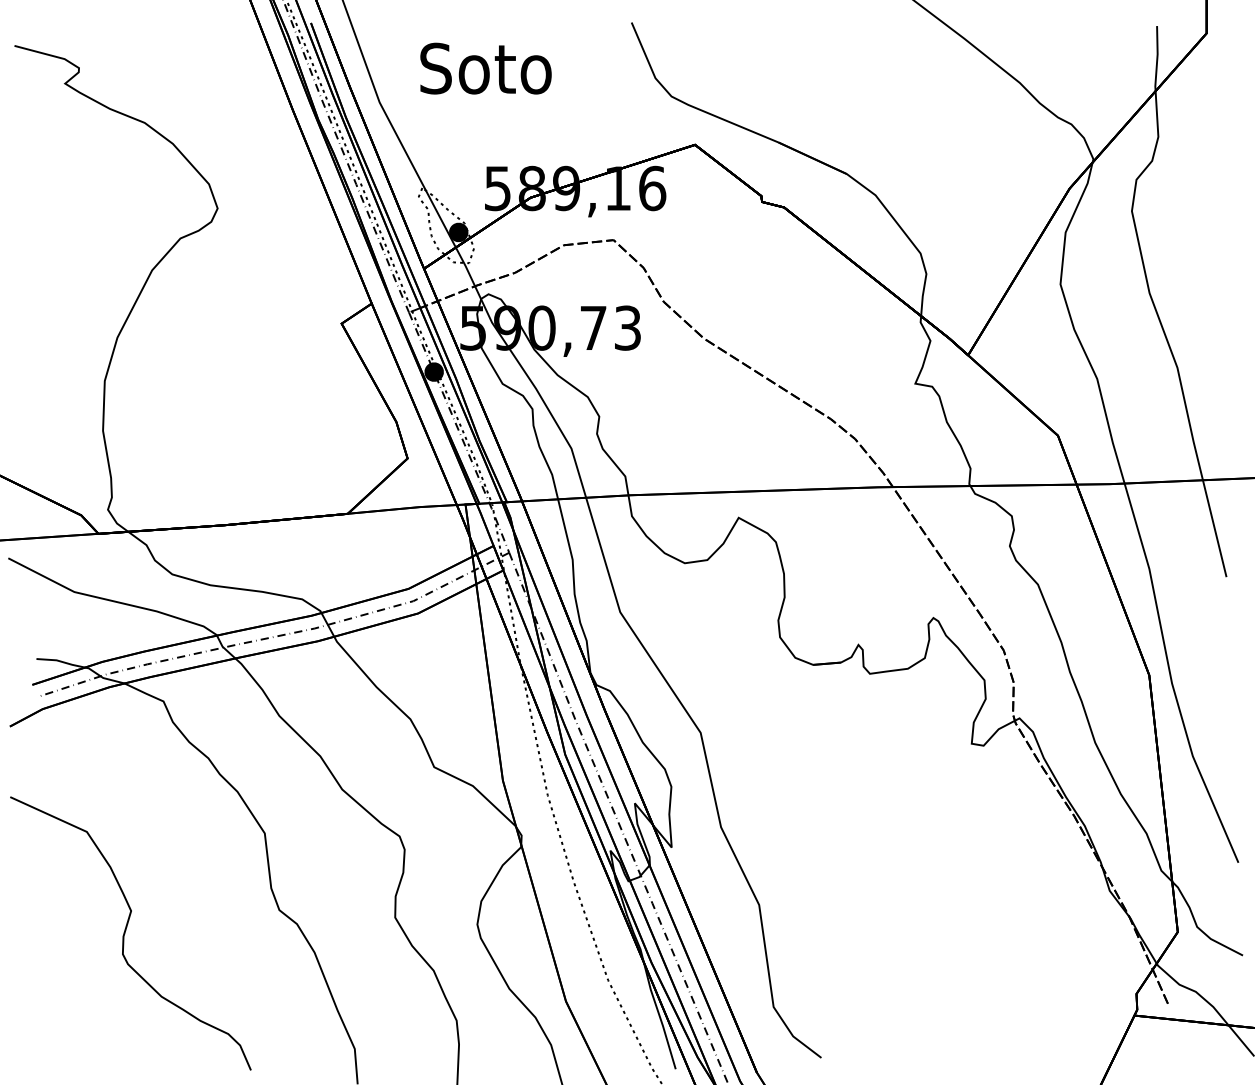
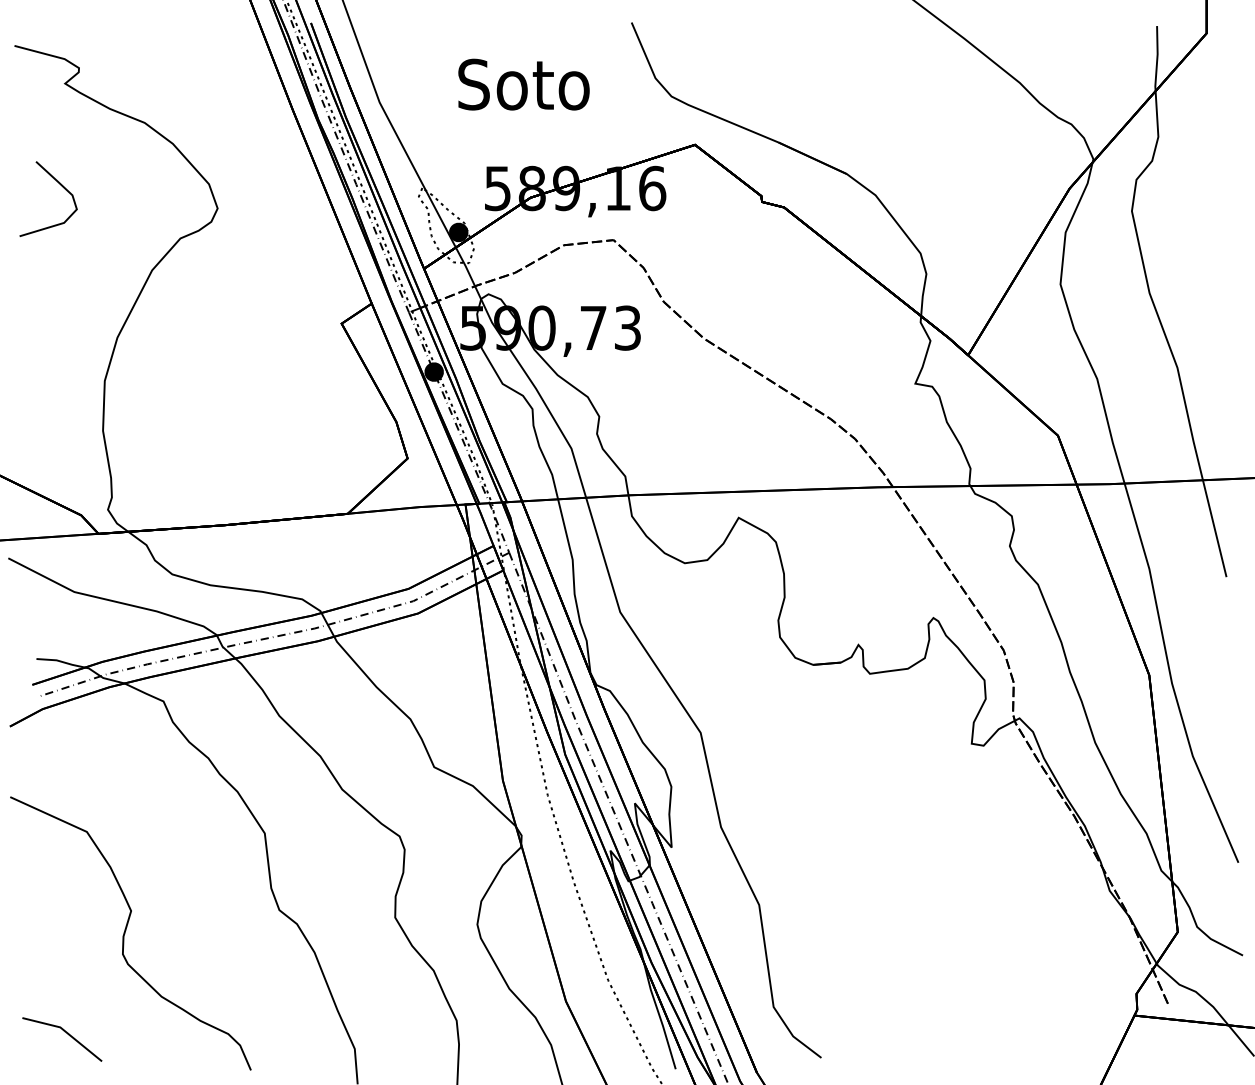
text at (485, 68) position: (485, 68) -> (523, 84)
curve at (60, 185): none -> present
line at (67, 1034): none -> present
